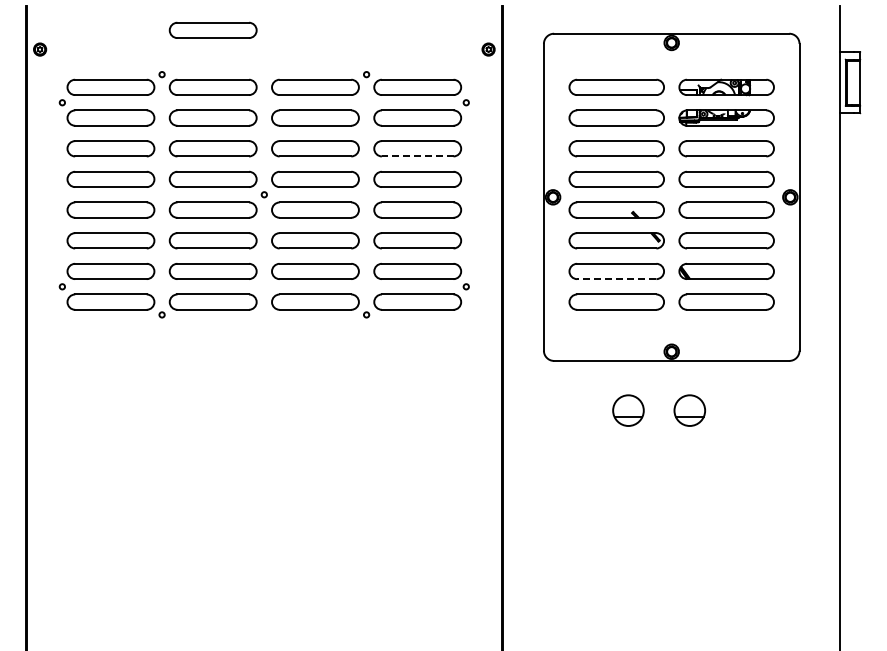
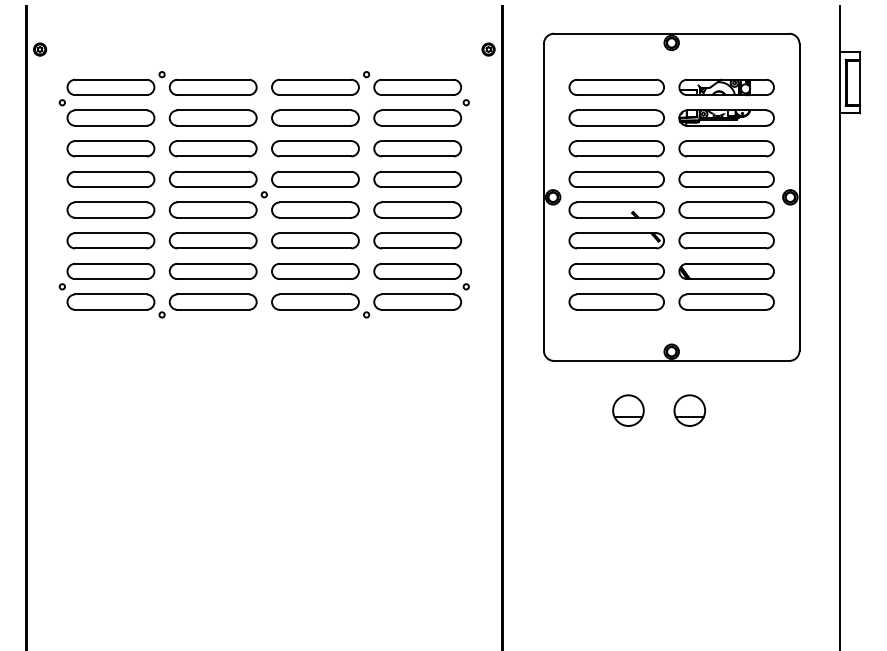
part at (212, 29): present -> none
line at (417, 156): dashed -> solid
line at (616, 279): dashed -> solid
